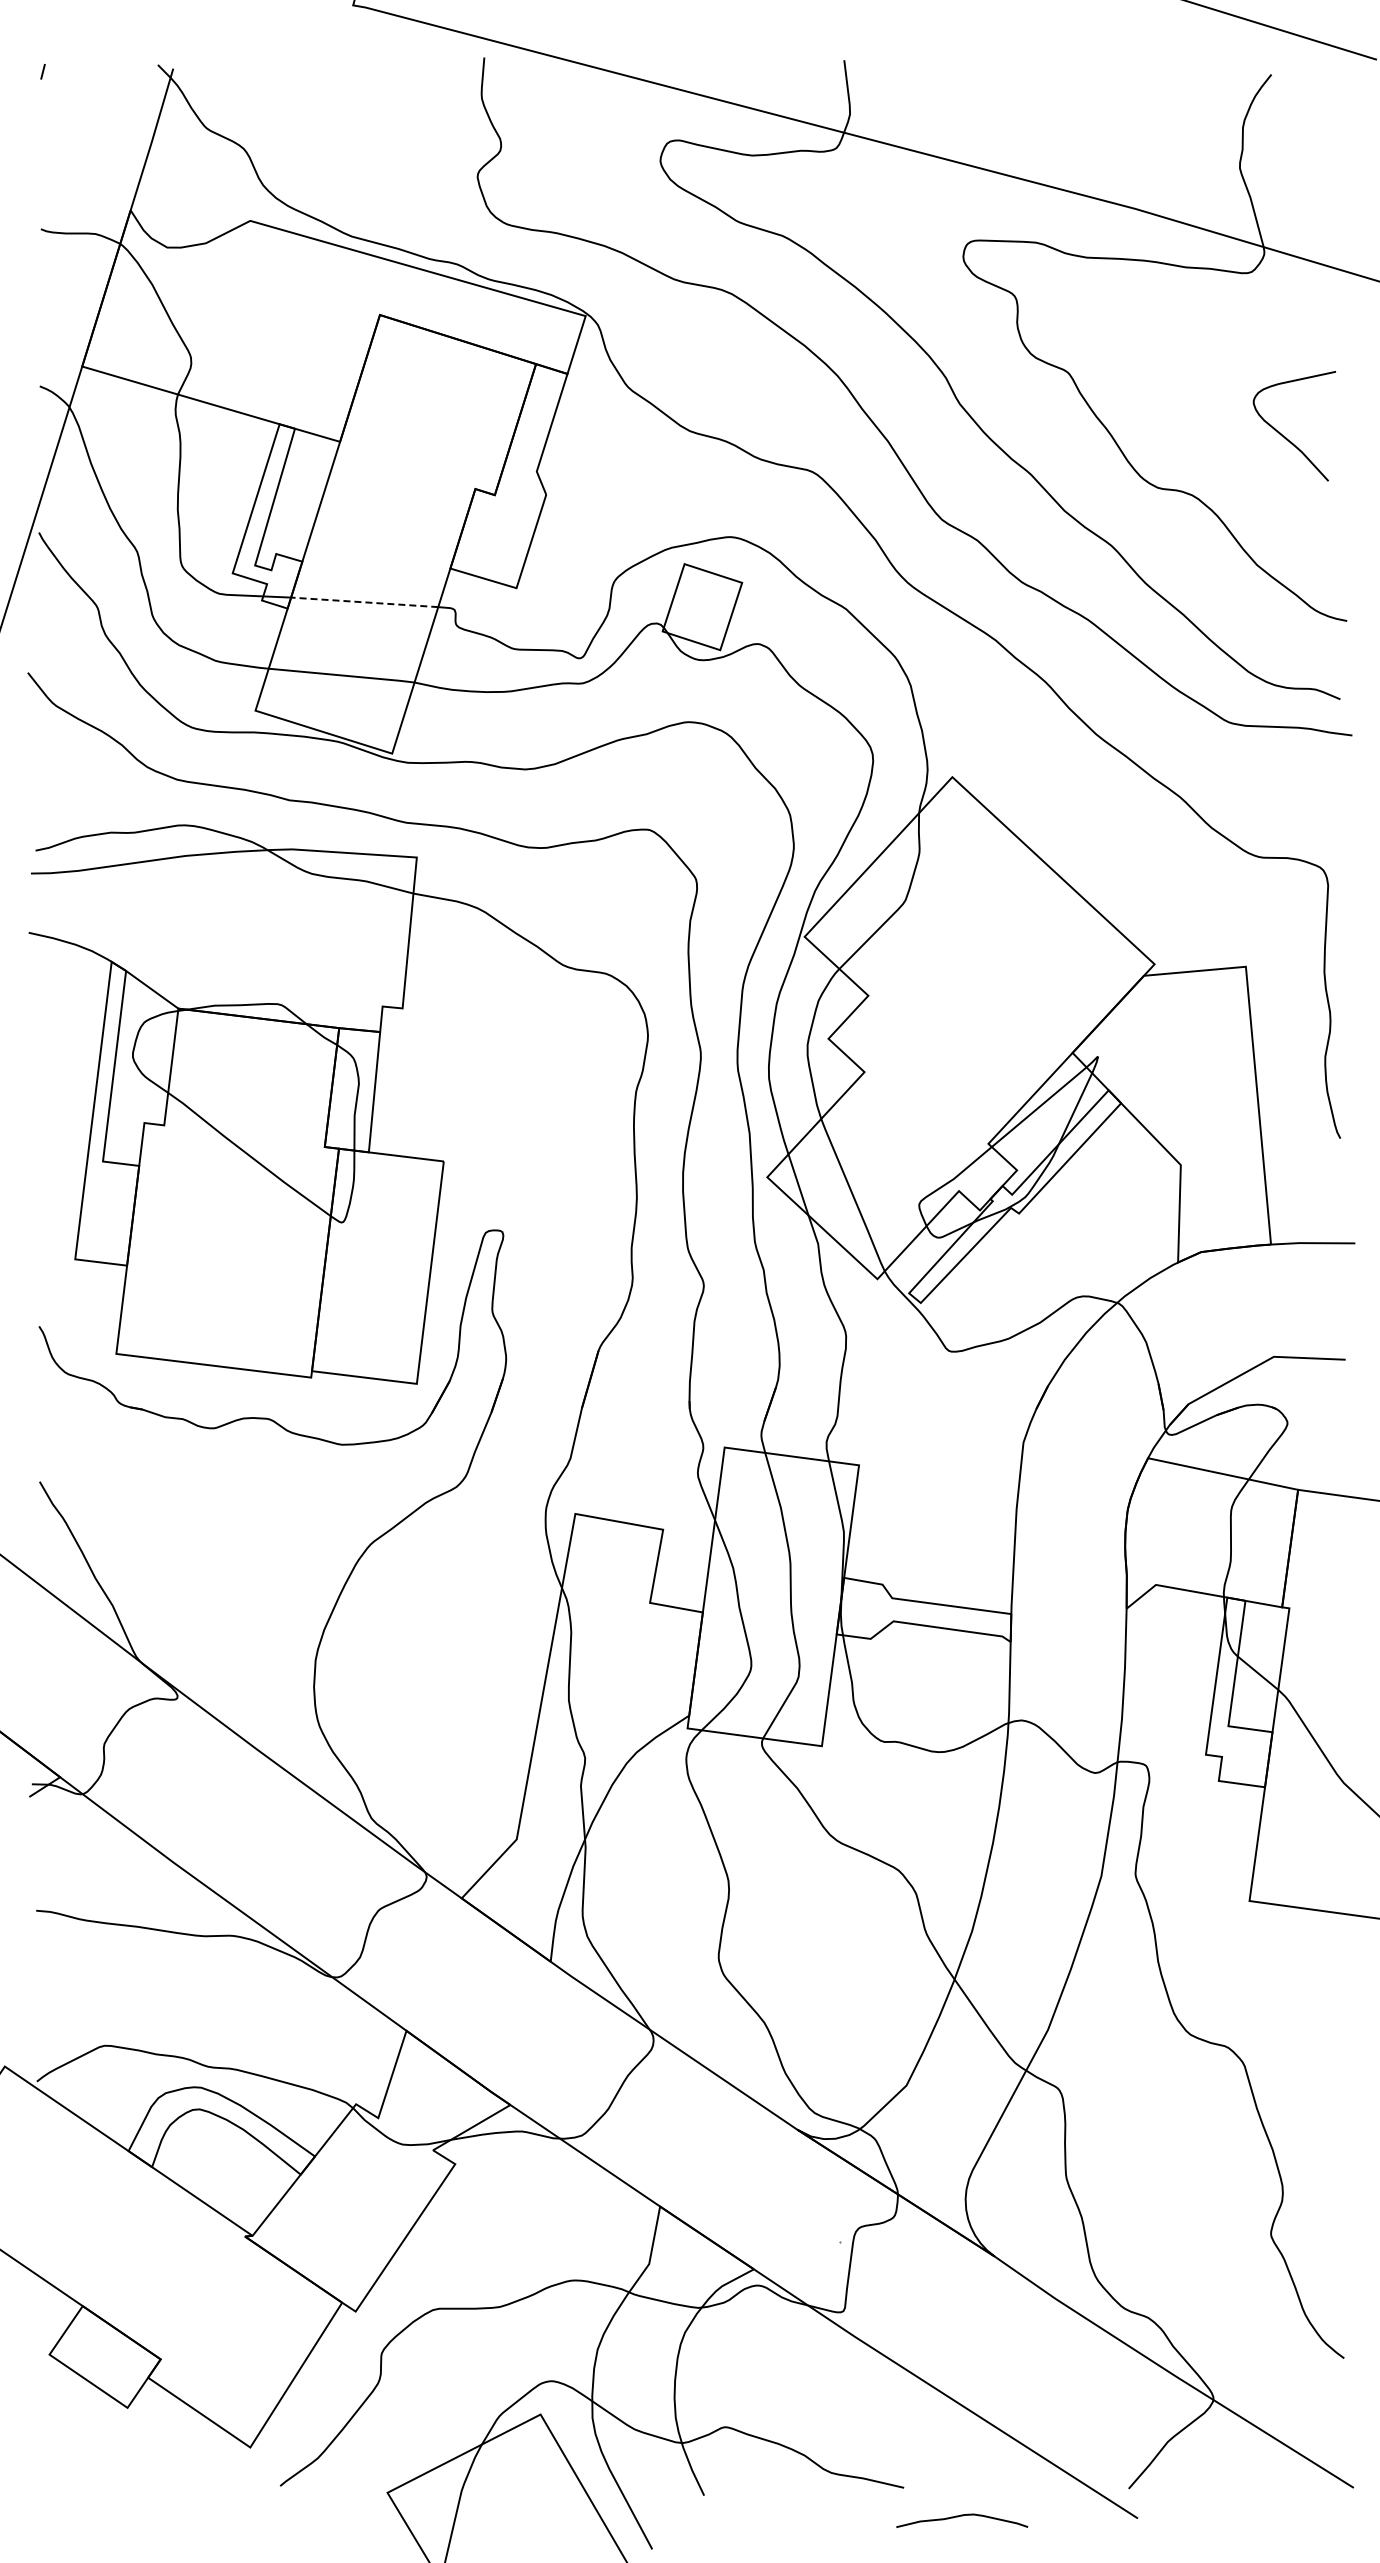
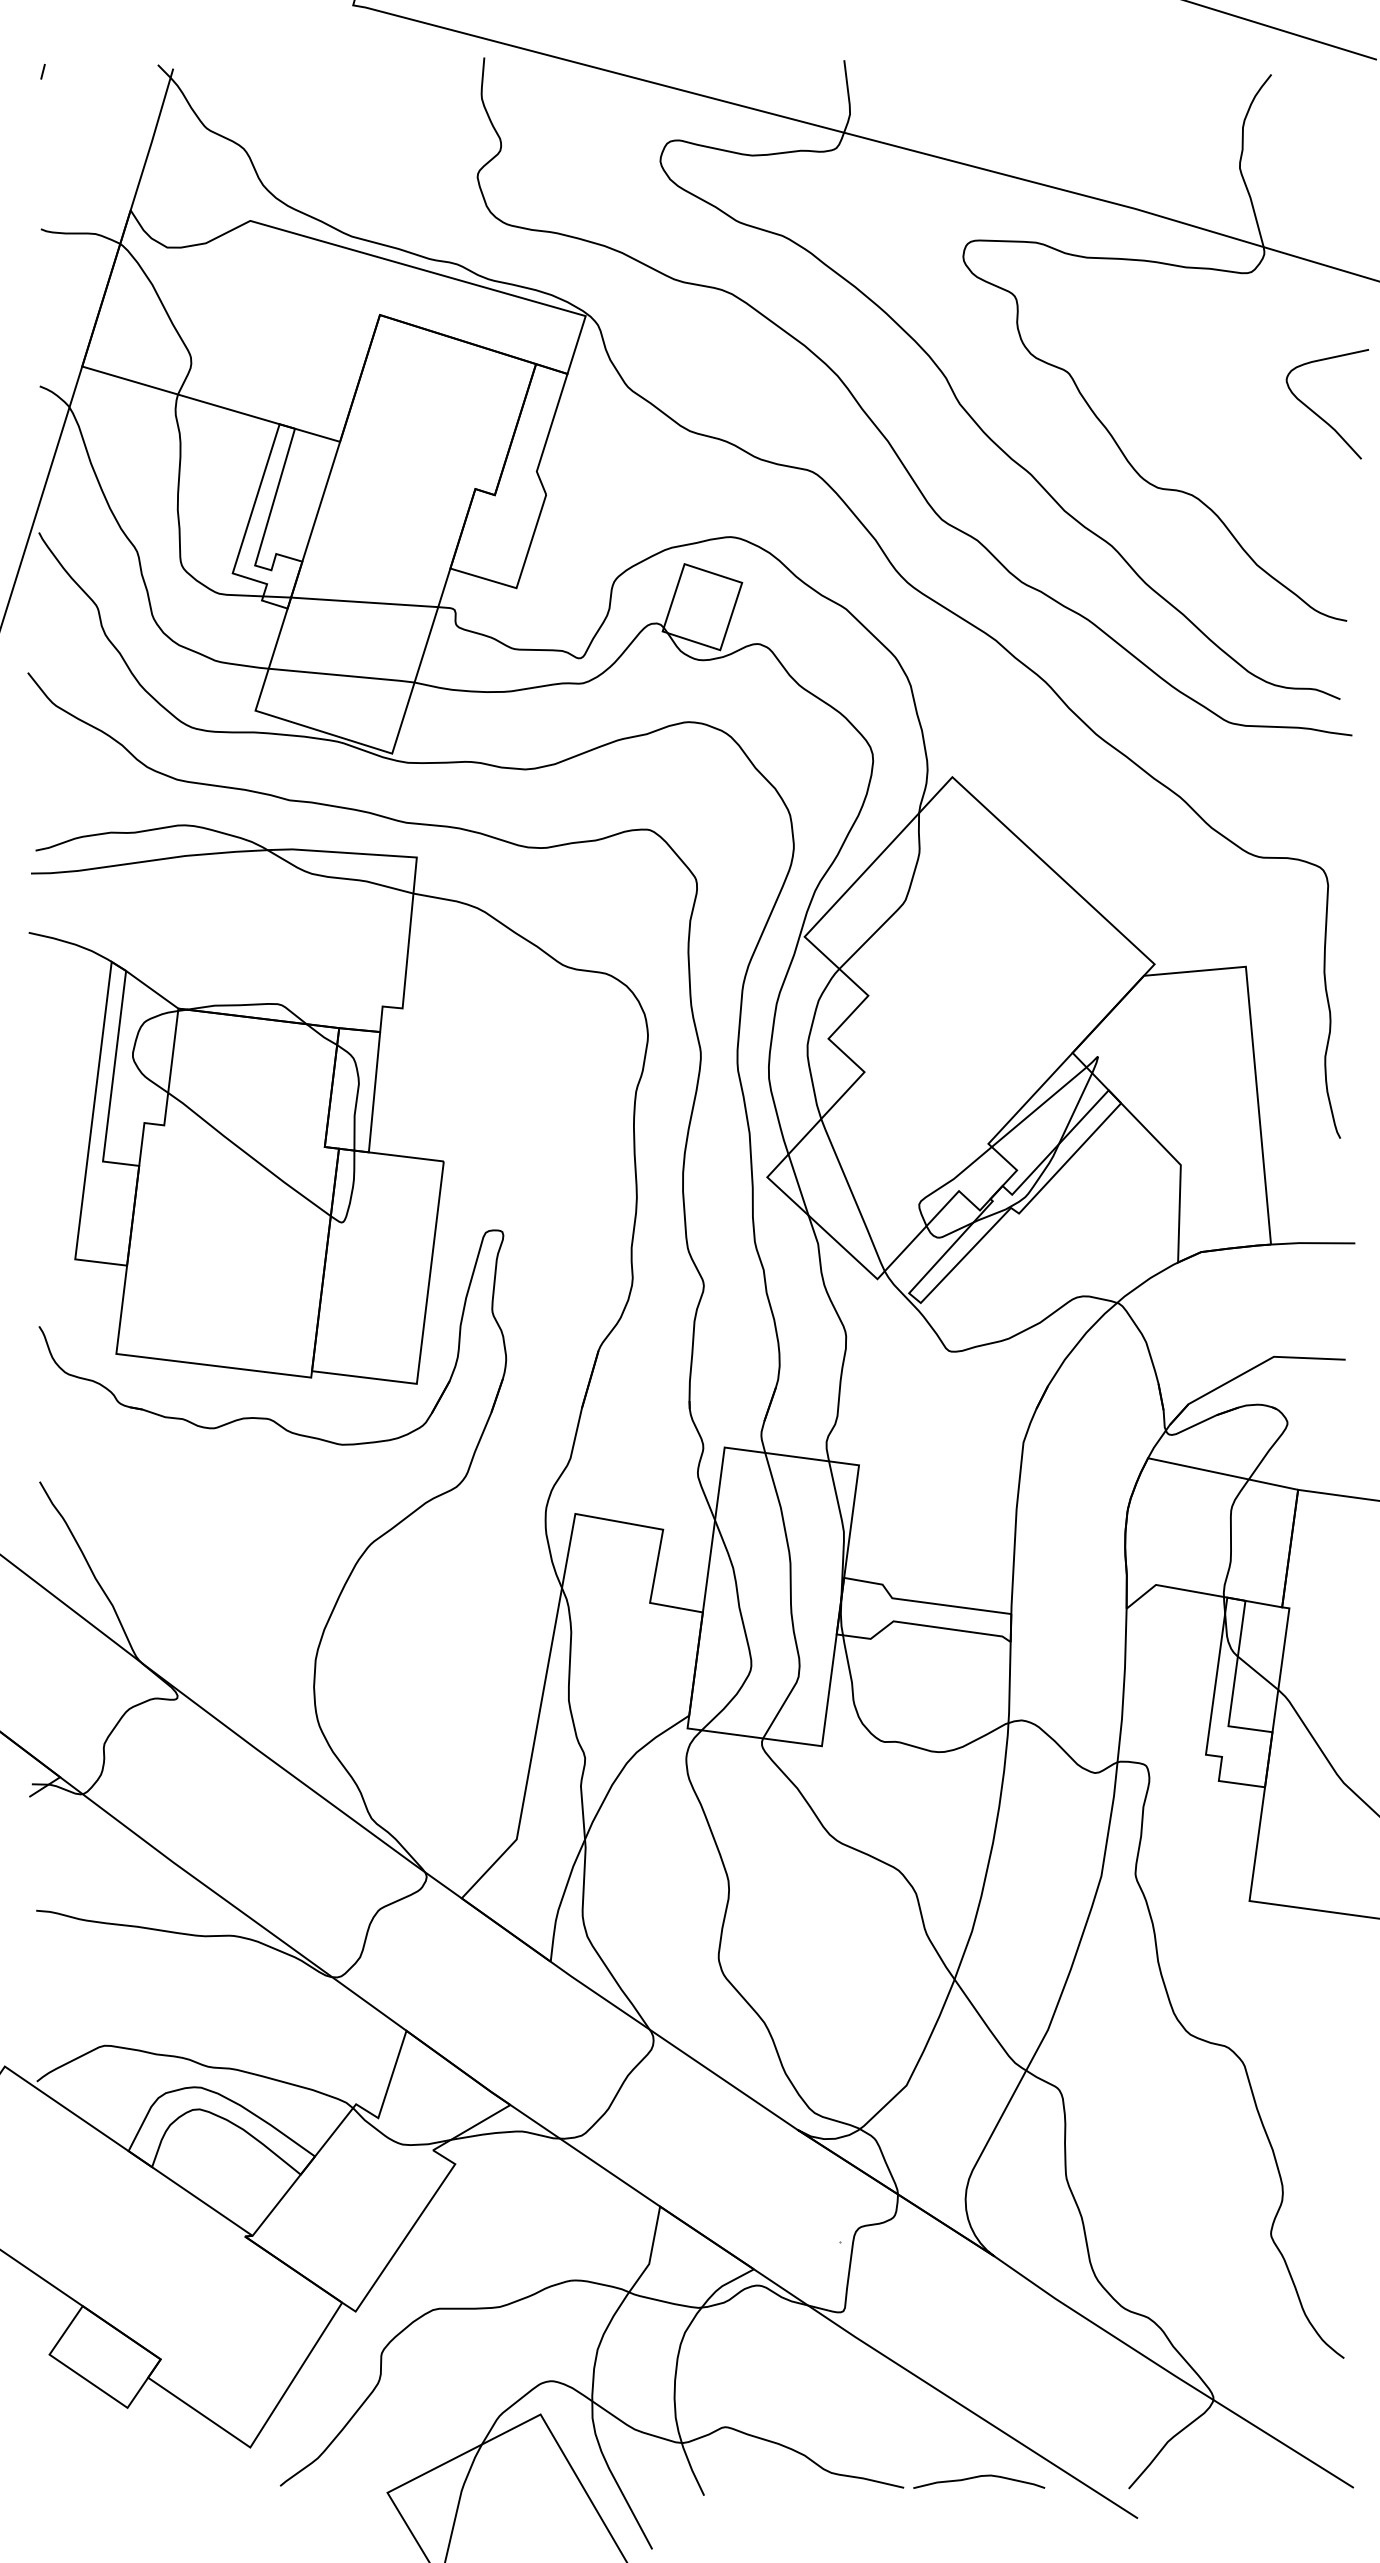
curve at (1285, 436) position: (1285, 436) -> (1318, 414)
line at (364, 602): dashed -> solid
curve at (962, 2516) position: (962, 2516) -> (979, 2477)
